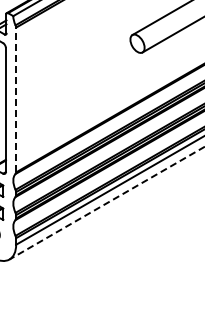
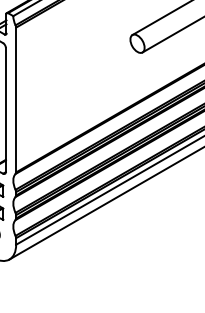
line at (16, 99): dashed -> solid
line at (107, 203): dashed -> solid
